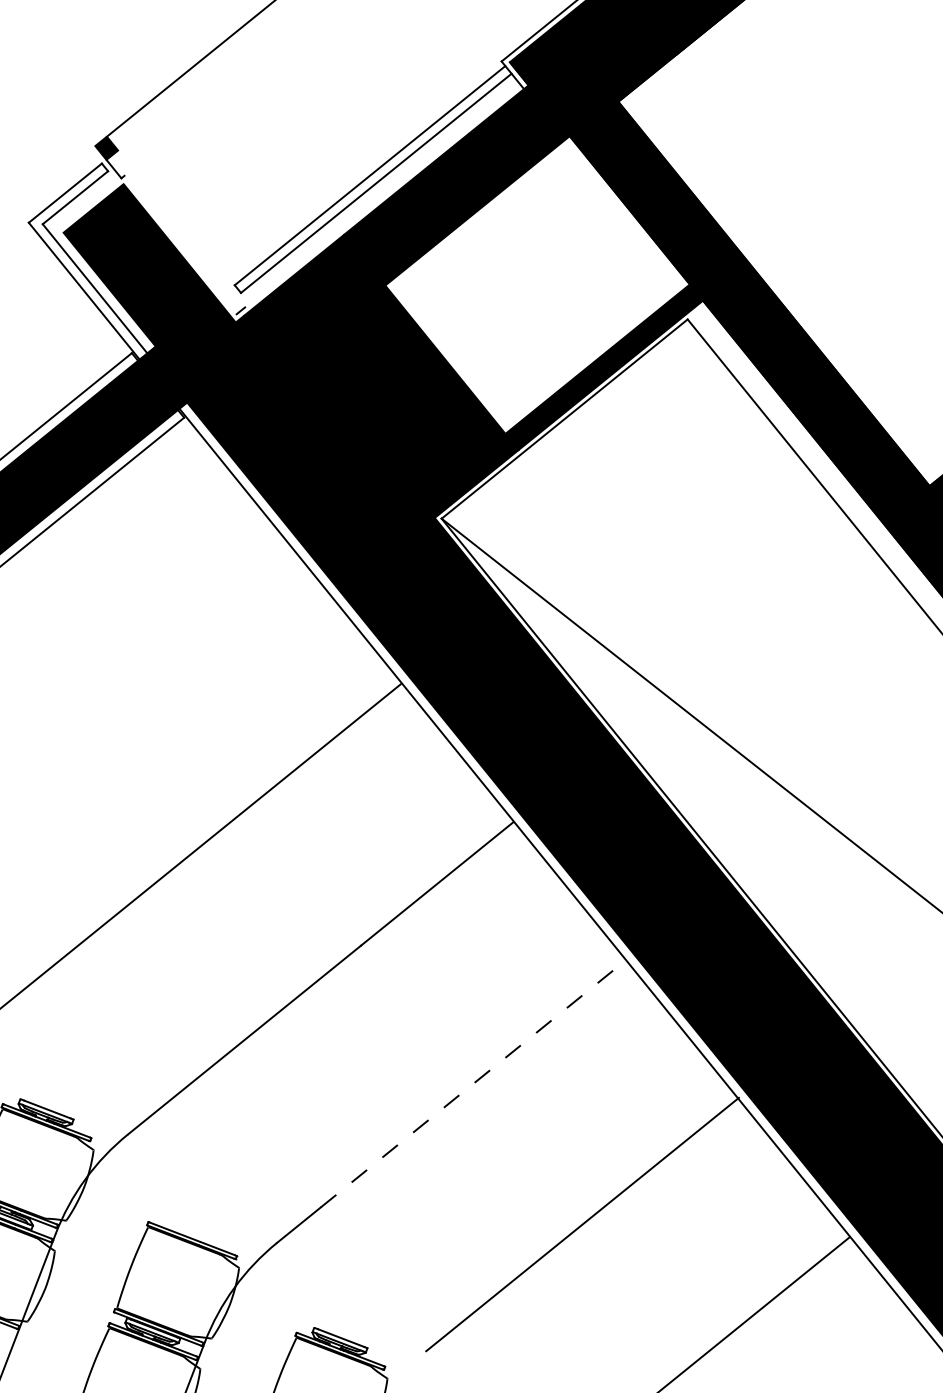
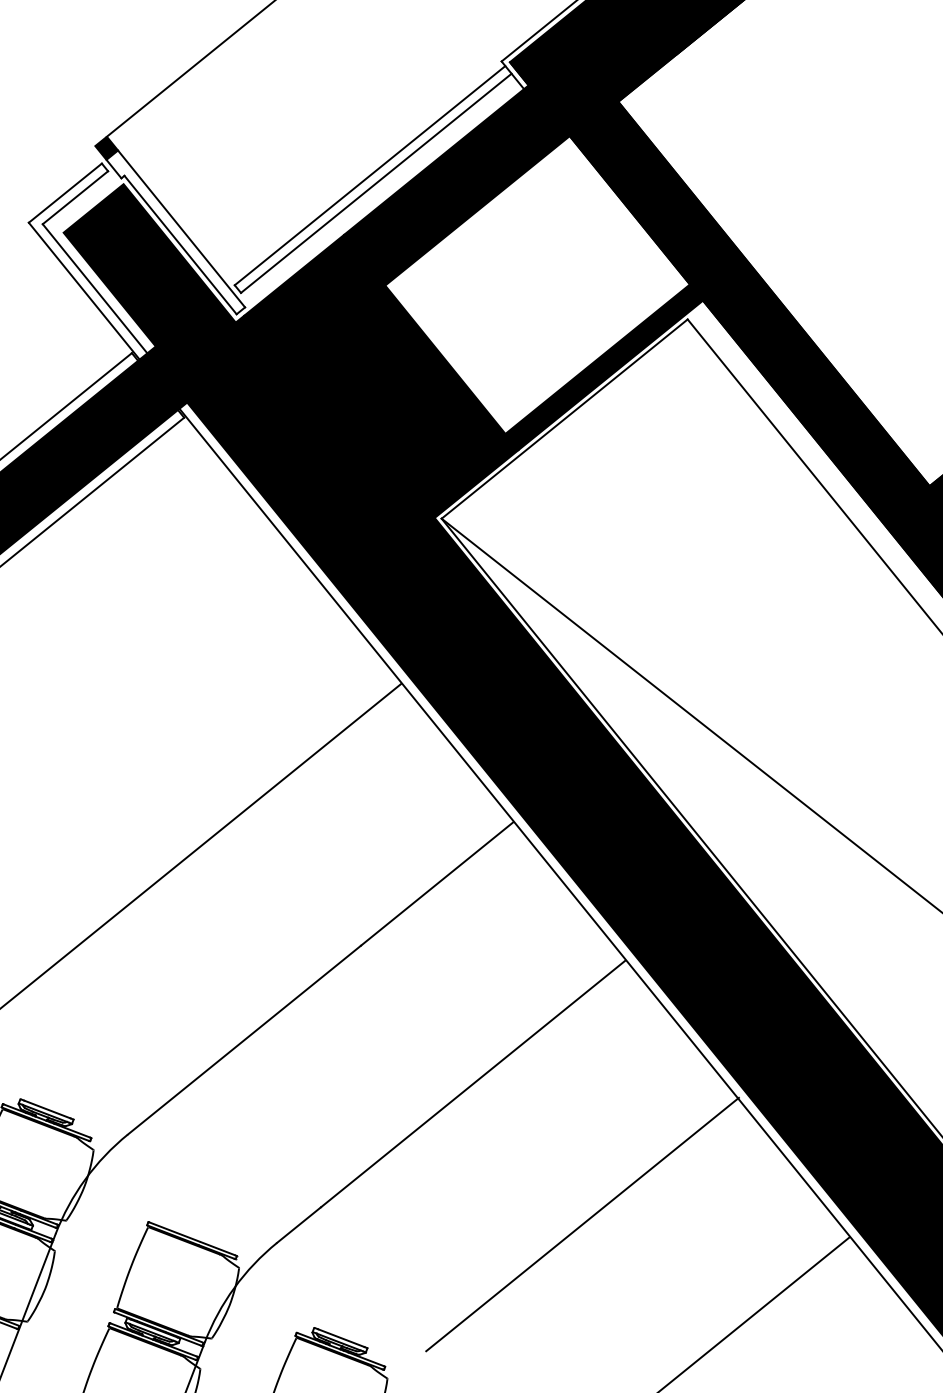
line at (181, 228): none -> present
line at (180, 244): none -> present
line at (473, 1084): dashed -> solid
